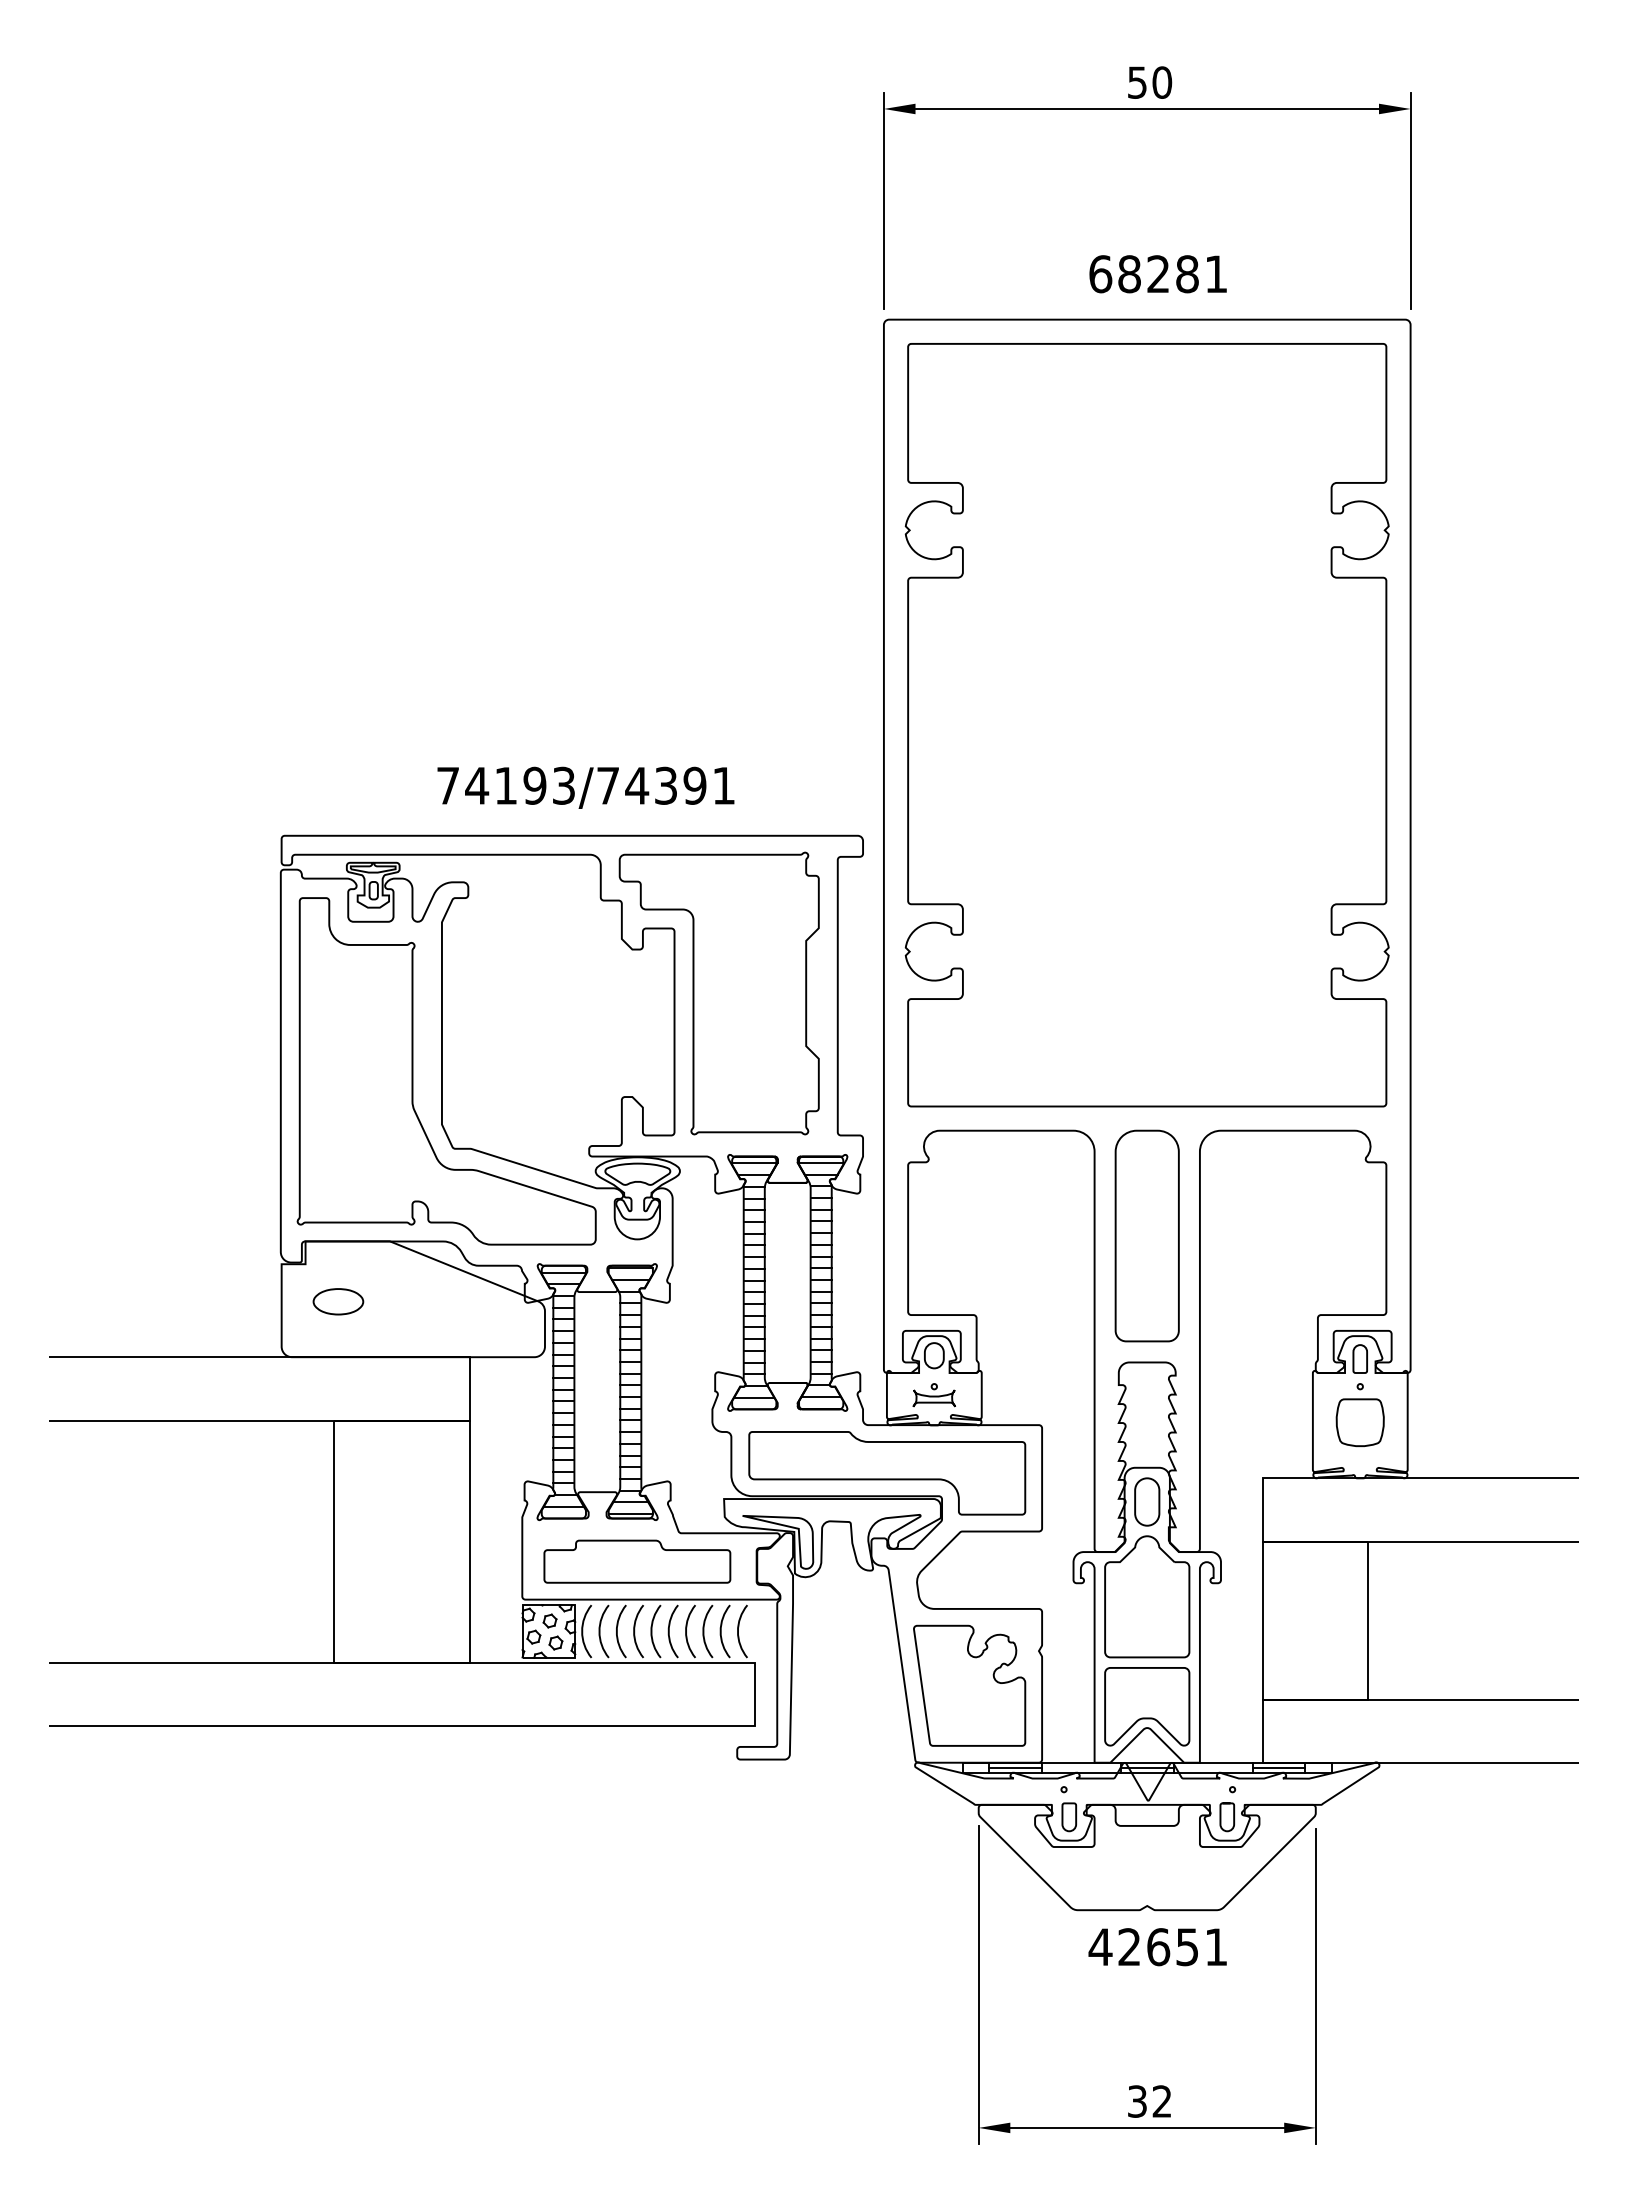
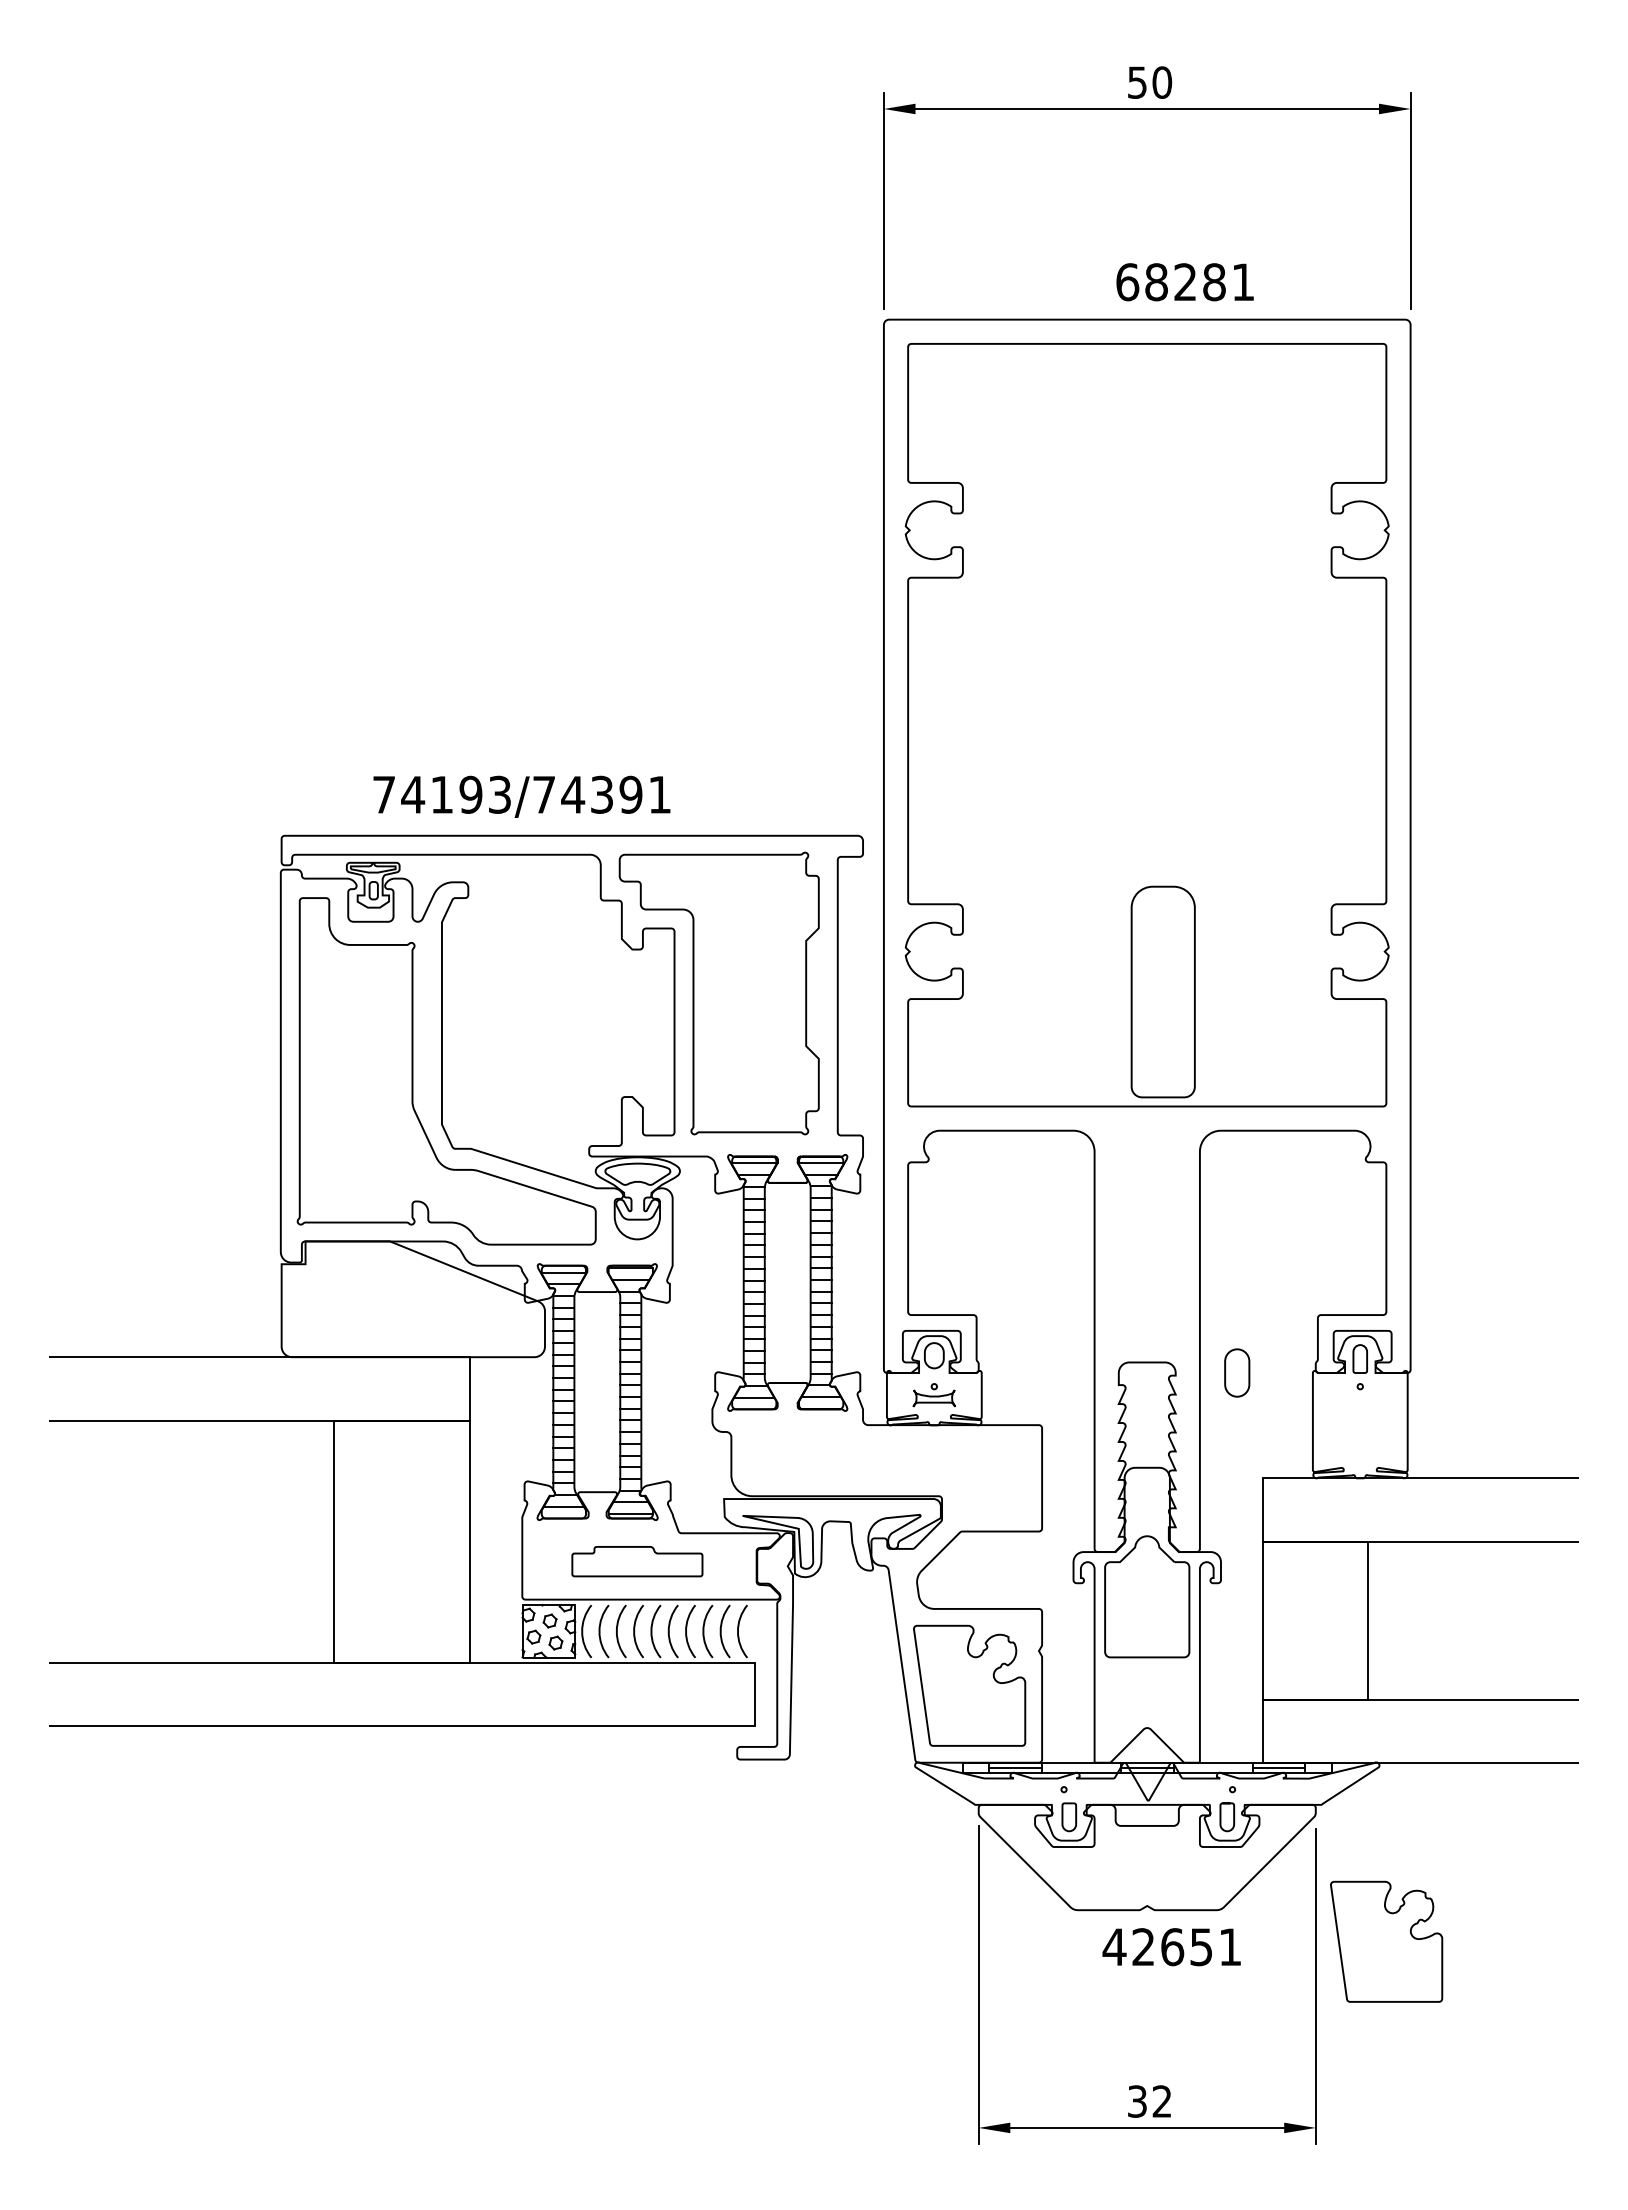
text at (1157, 274) position: (1157, 274) -> (1184, 282)
text at (585, 787) position: (585, 787) -> (521, 796)
part at (1146, 1235) position: (1146, 1235) -> (1162, 991)
part at (338, 1301): present -> none
part at (1359, 1422): present -> none
part at (887, 1473): present -> none
part at (1147, 1501) position: (1147, 1501) -> (1237, 1372)
part at (637, 1561) size: 189x45 px -> 133x32 px
part at (1147, 1706): present -> none
part at (1386, 1941): none -> present
text at (1157, 1947) position: (1157, 1947) -> (1171, 1947)
